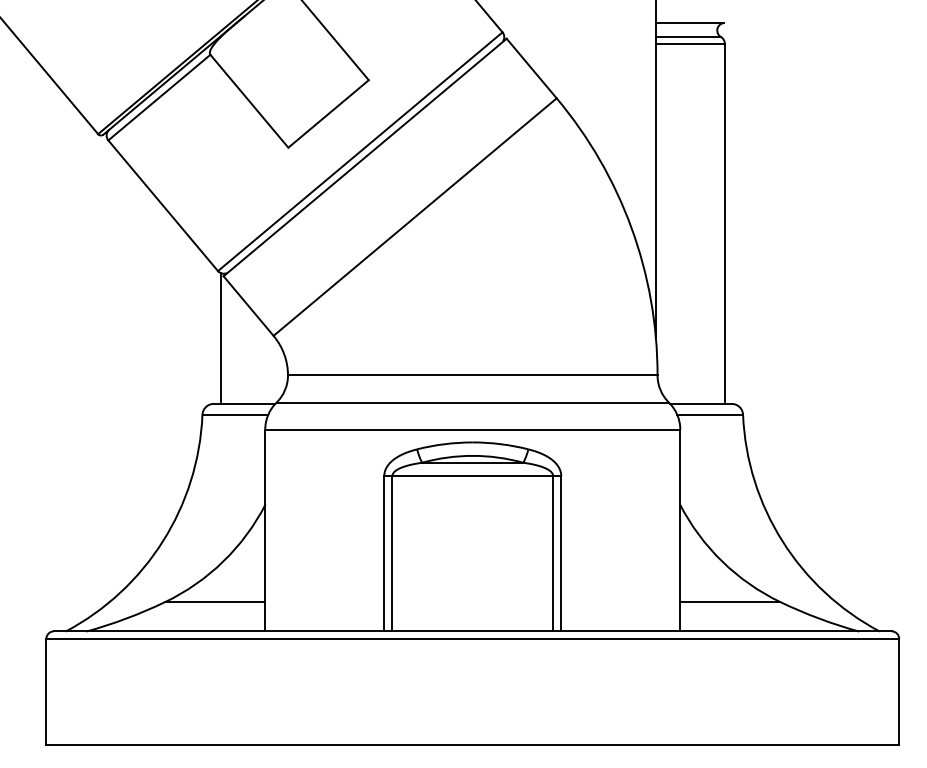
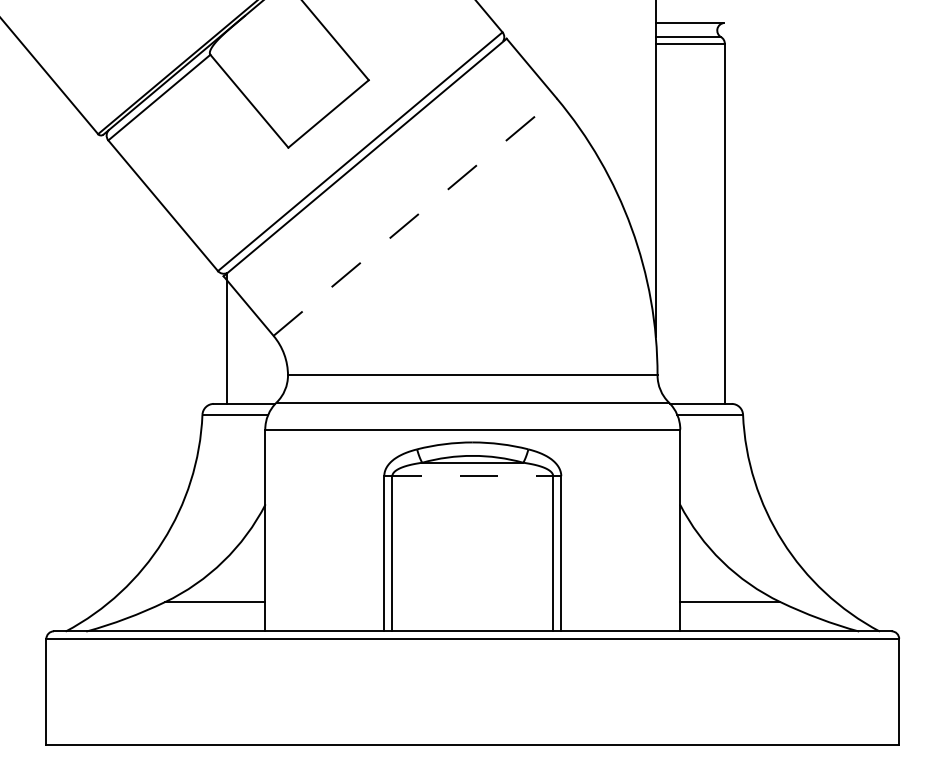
line at (415, 217): solid -> dashed
line at (220, 338) position: (220, 338) -> (226, 338)
line at (472, 476): solid -> dashed
